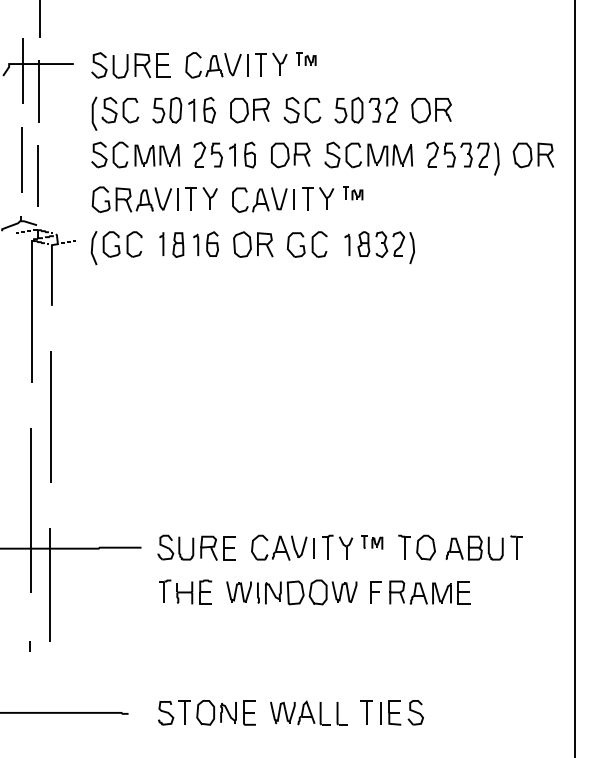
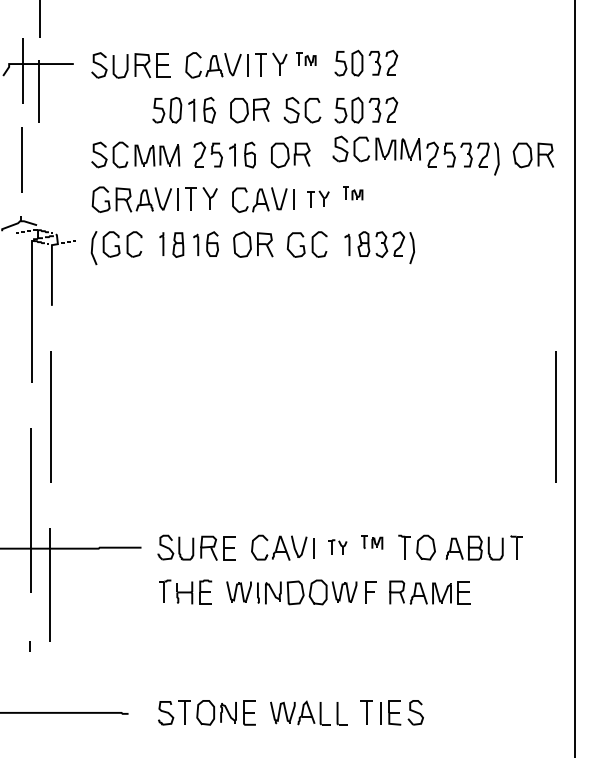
part at (366, 62): none -> present
part at (431, 110): present -> none
part at (115, 113): present -> none
part at (368, 154) position: (368, 154) -> (376, 148)
line at (37, 175): present -> none
part at (318, 198) size: 33x24 px -> 23x18 px
line at (555, 416): none -> present
part at (337, 546) size: 32x26 px -> 20x16 px
part at (375, 592) position: (375, 592) -> (370, 592)
